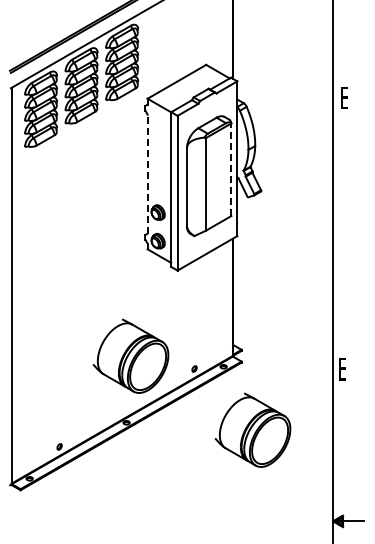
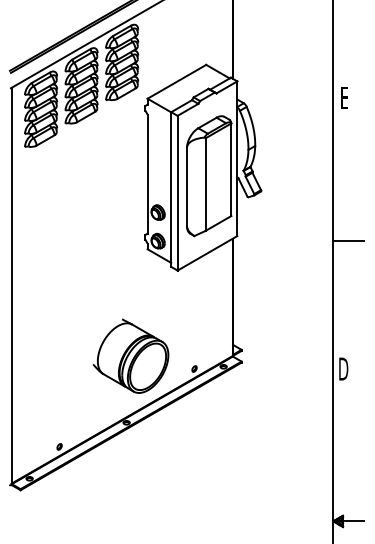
line at (231, 169): dashed -> solid
line at (147, 173): dashed -> solid
line at (348, 241): none -> present
text at (343, 368): E -> D
part at (252, 429): present -> none
